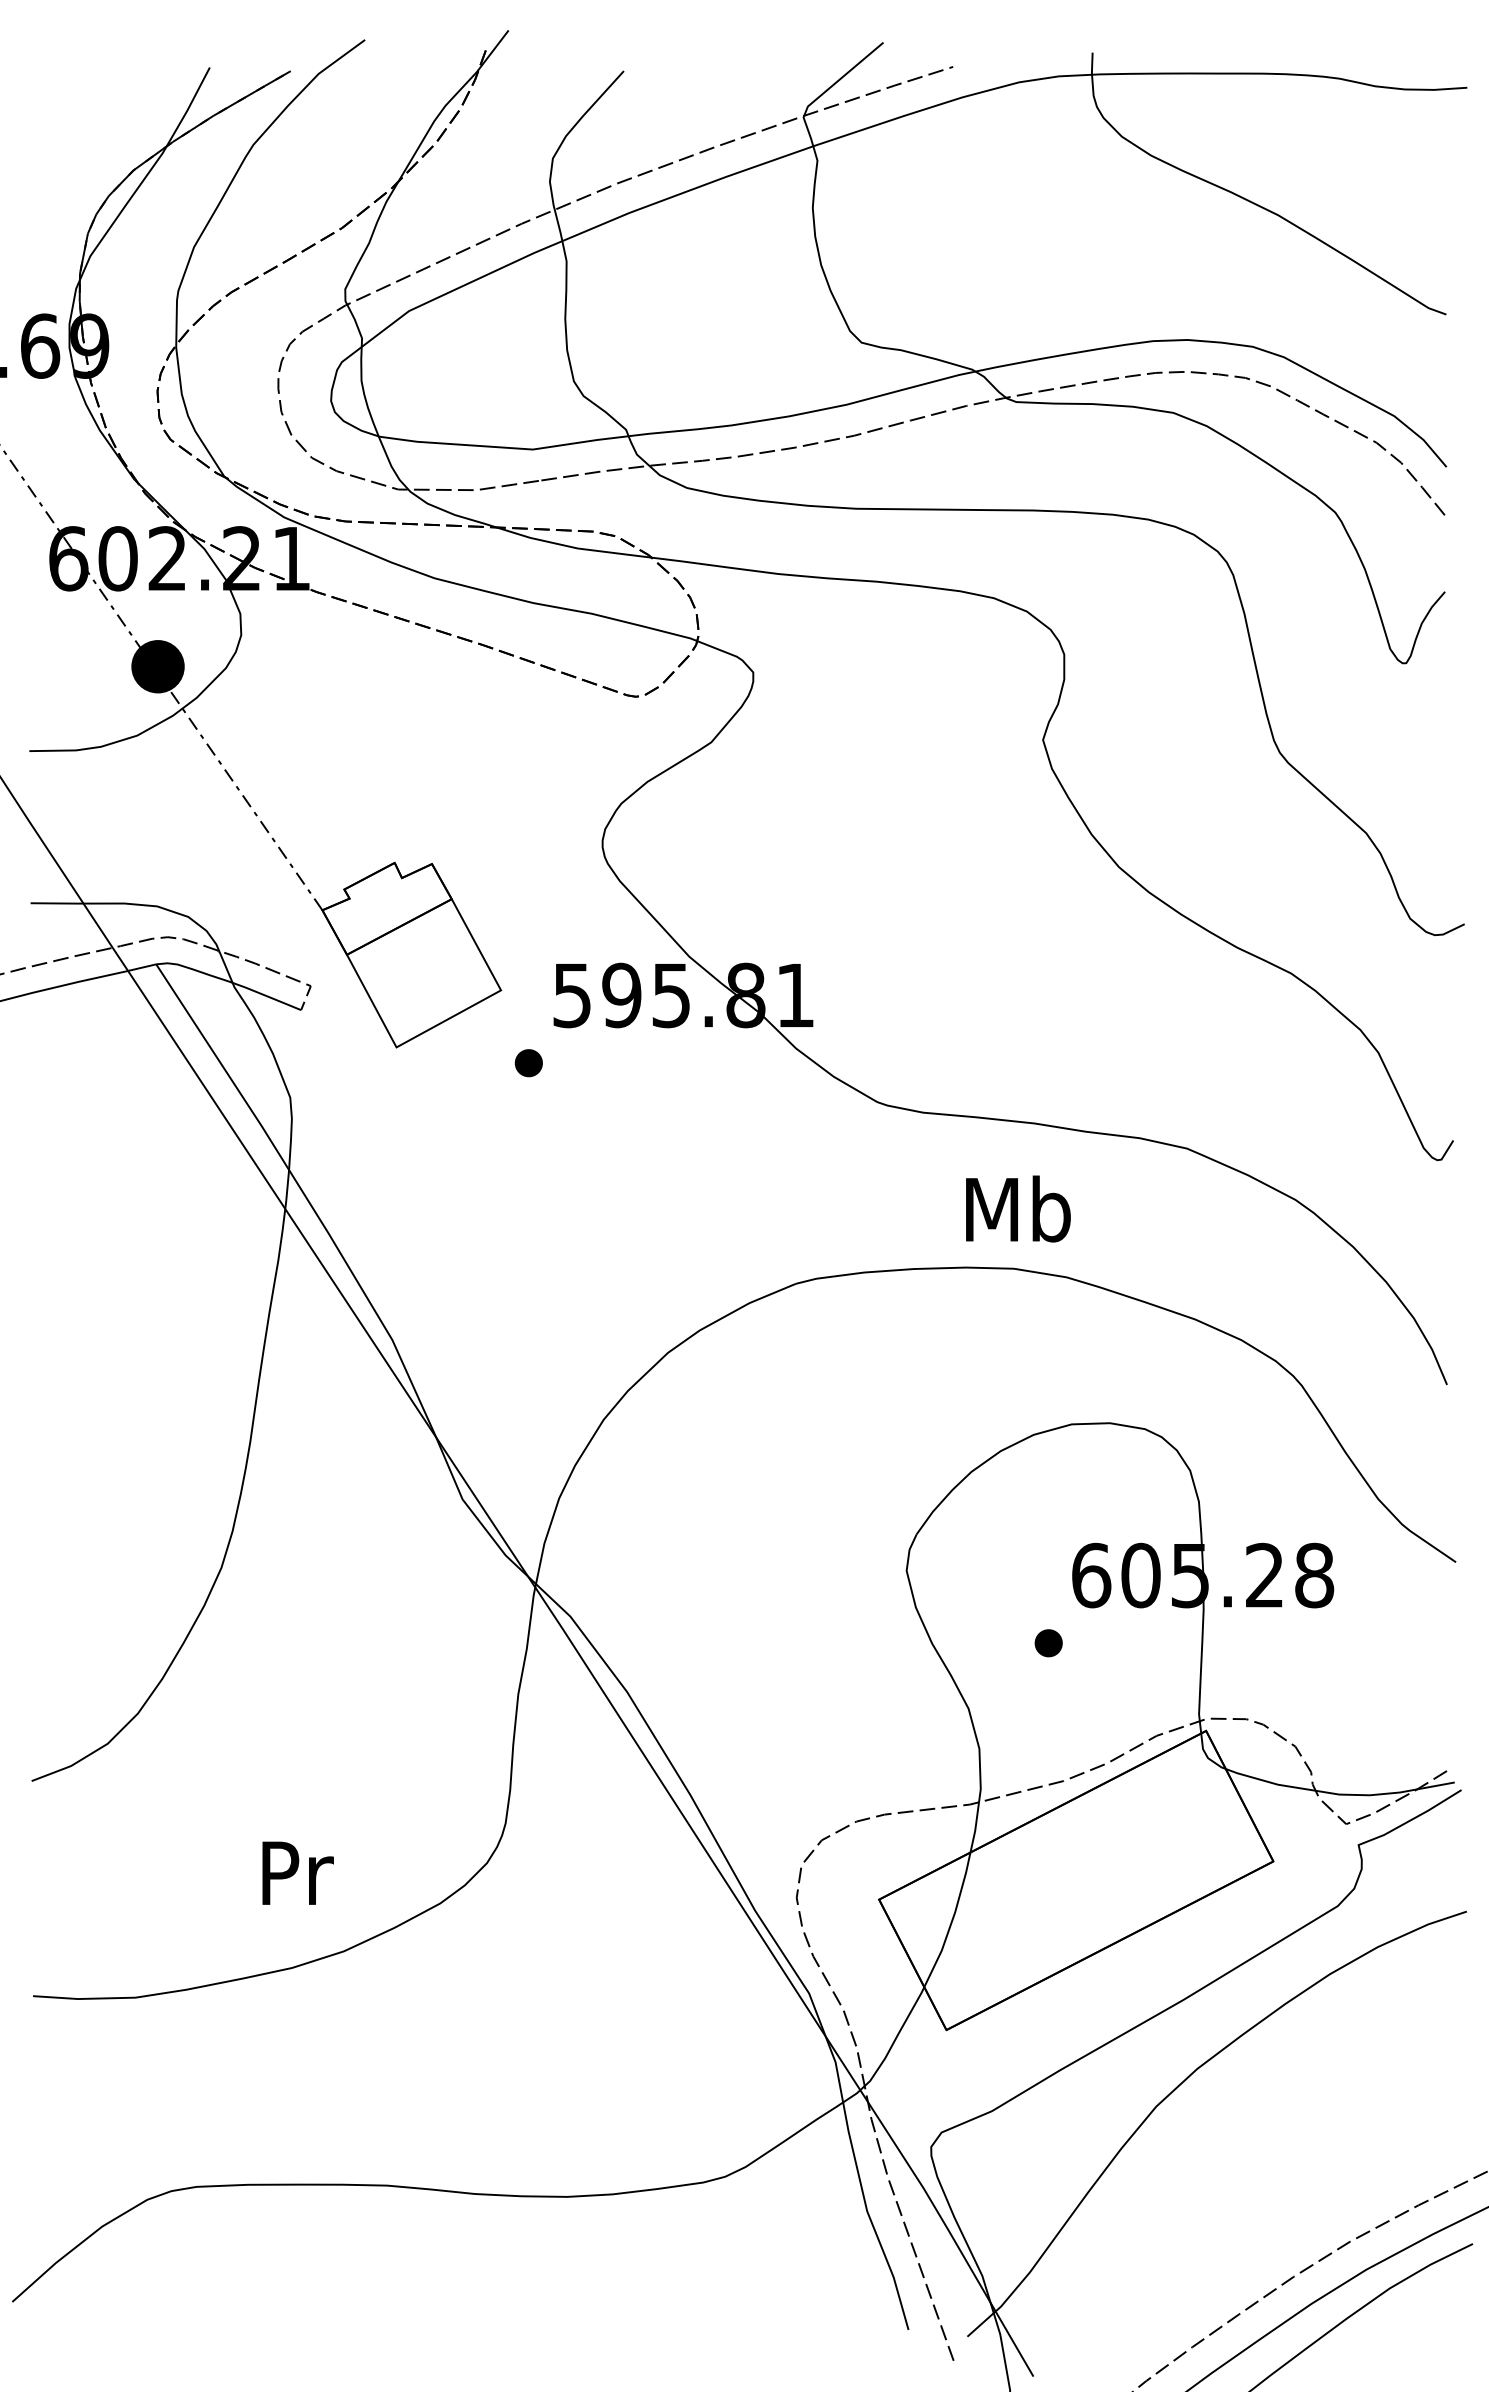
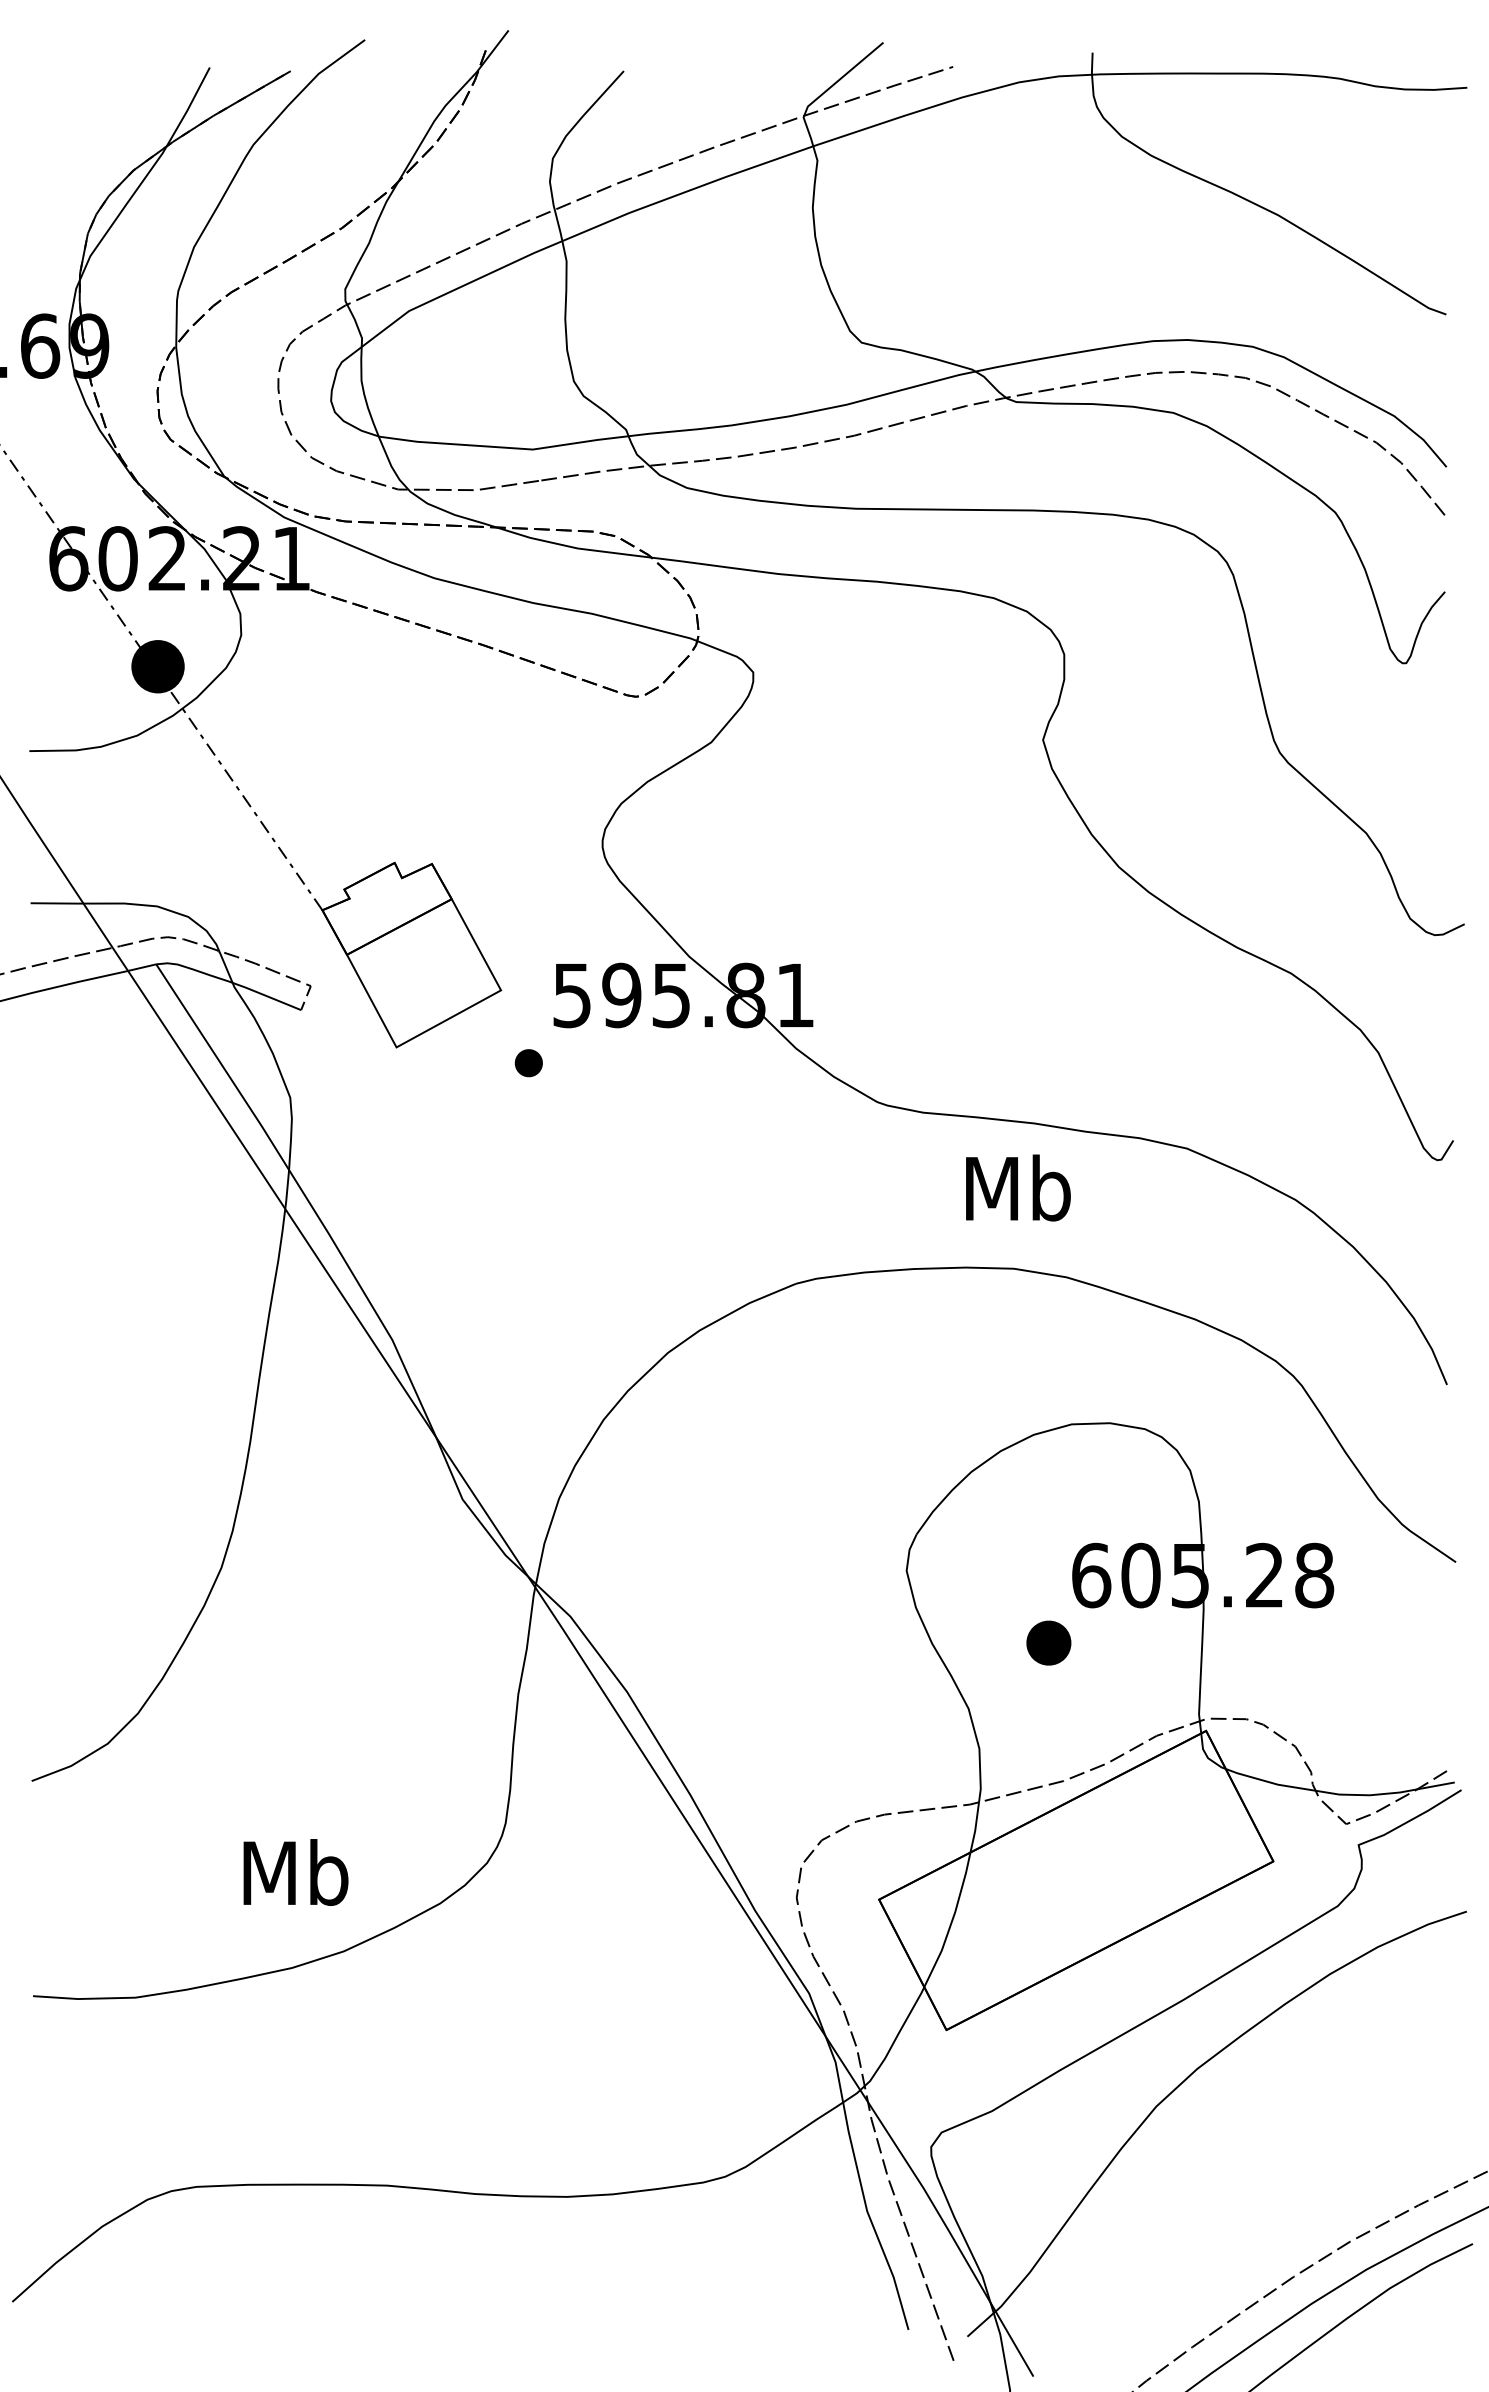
text at (1018, 1208) position: (1018, 1208) -> (1018, 1187)
part at (1048, 1643) size: 29x29 px -> 46x46 px
text at (295, 1872): Pr -> Mb
